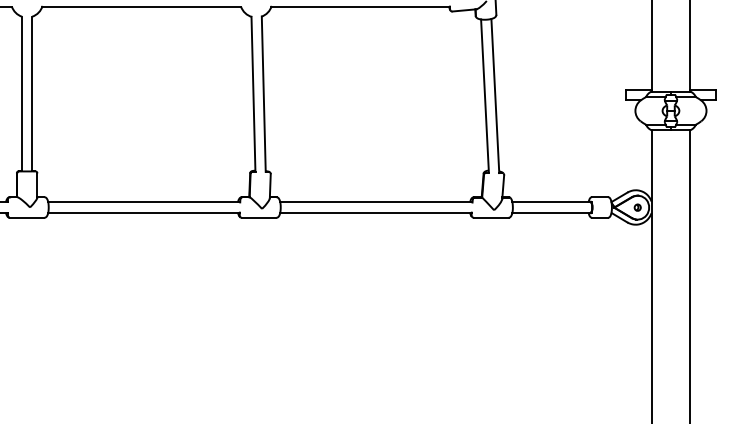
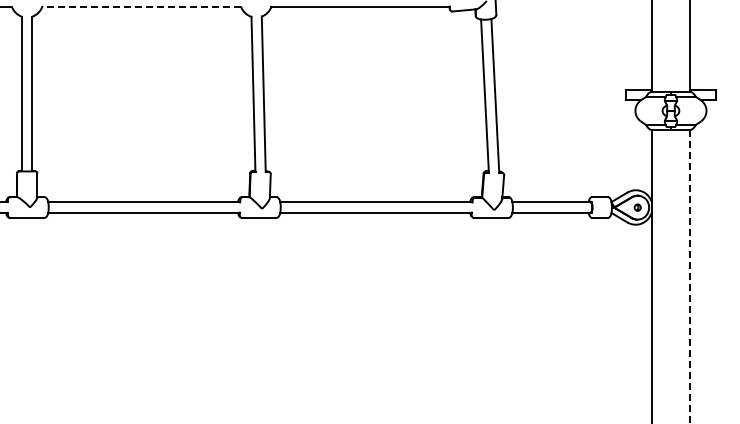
line at (141, 6): solid -> dashed
line at (690, 277): solid -> dashed
